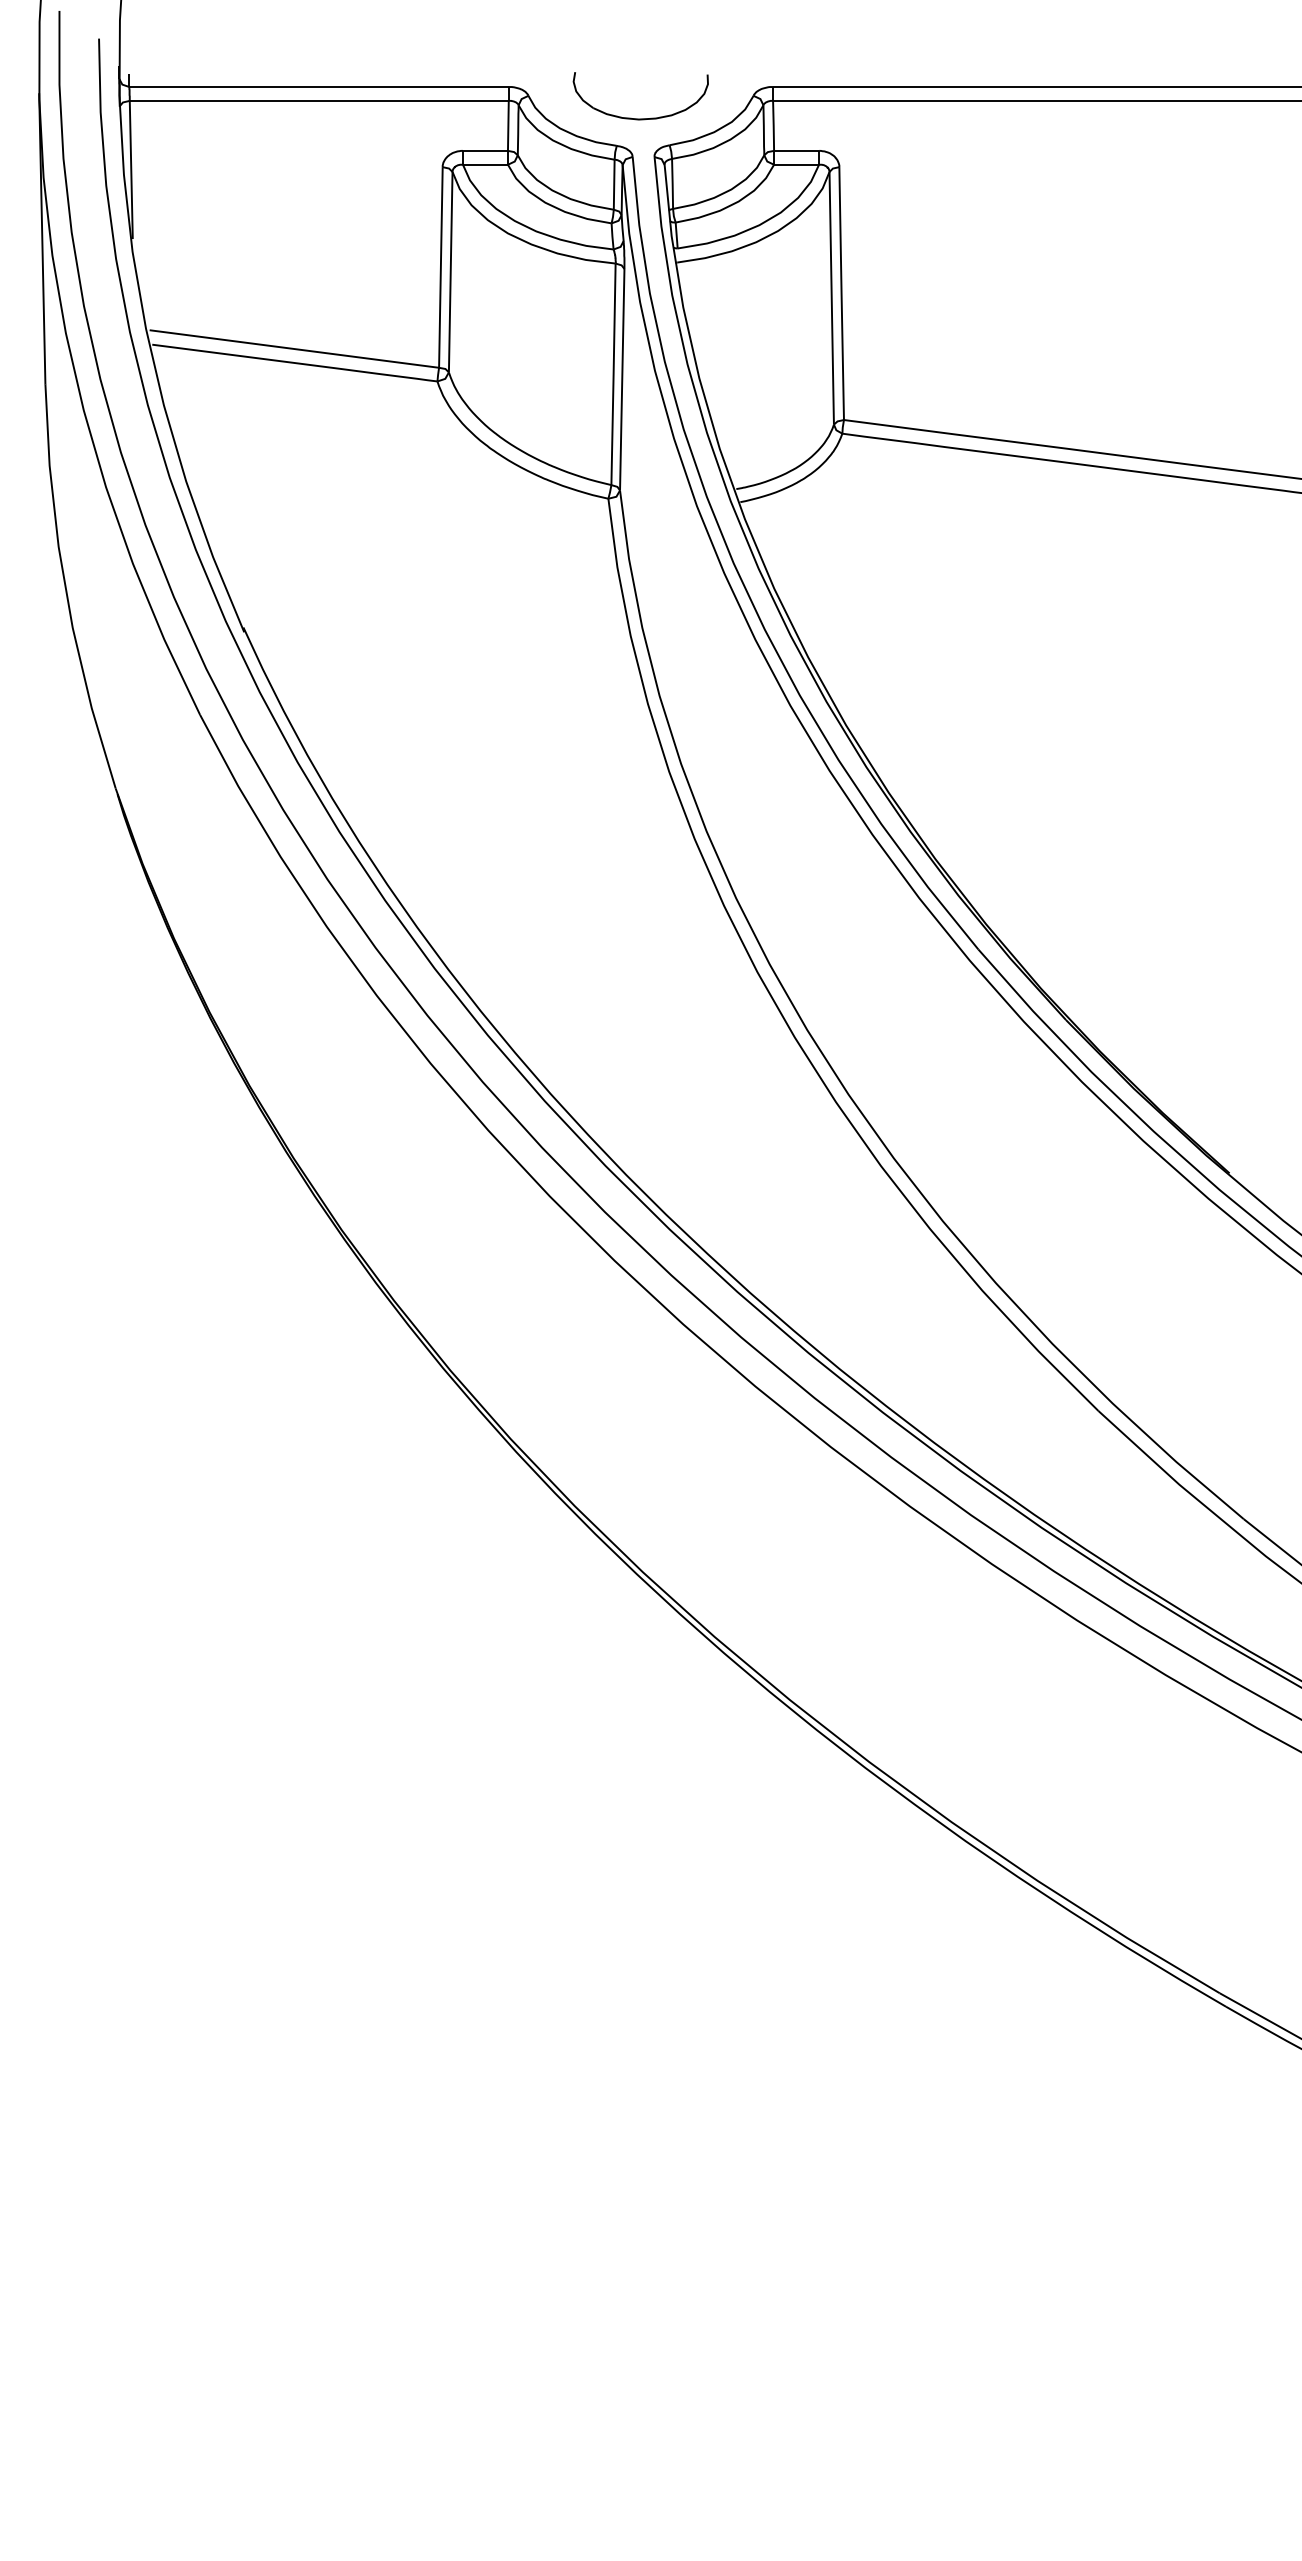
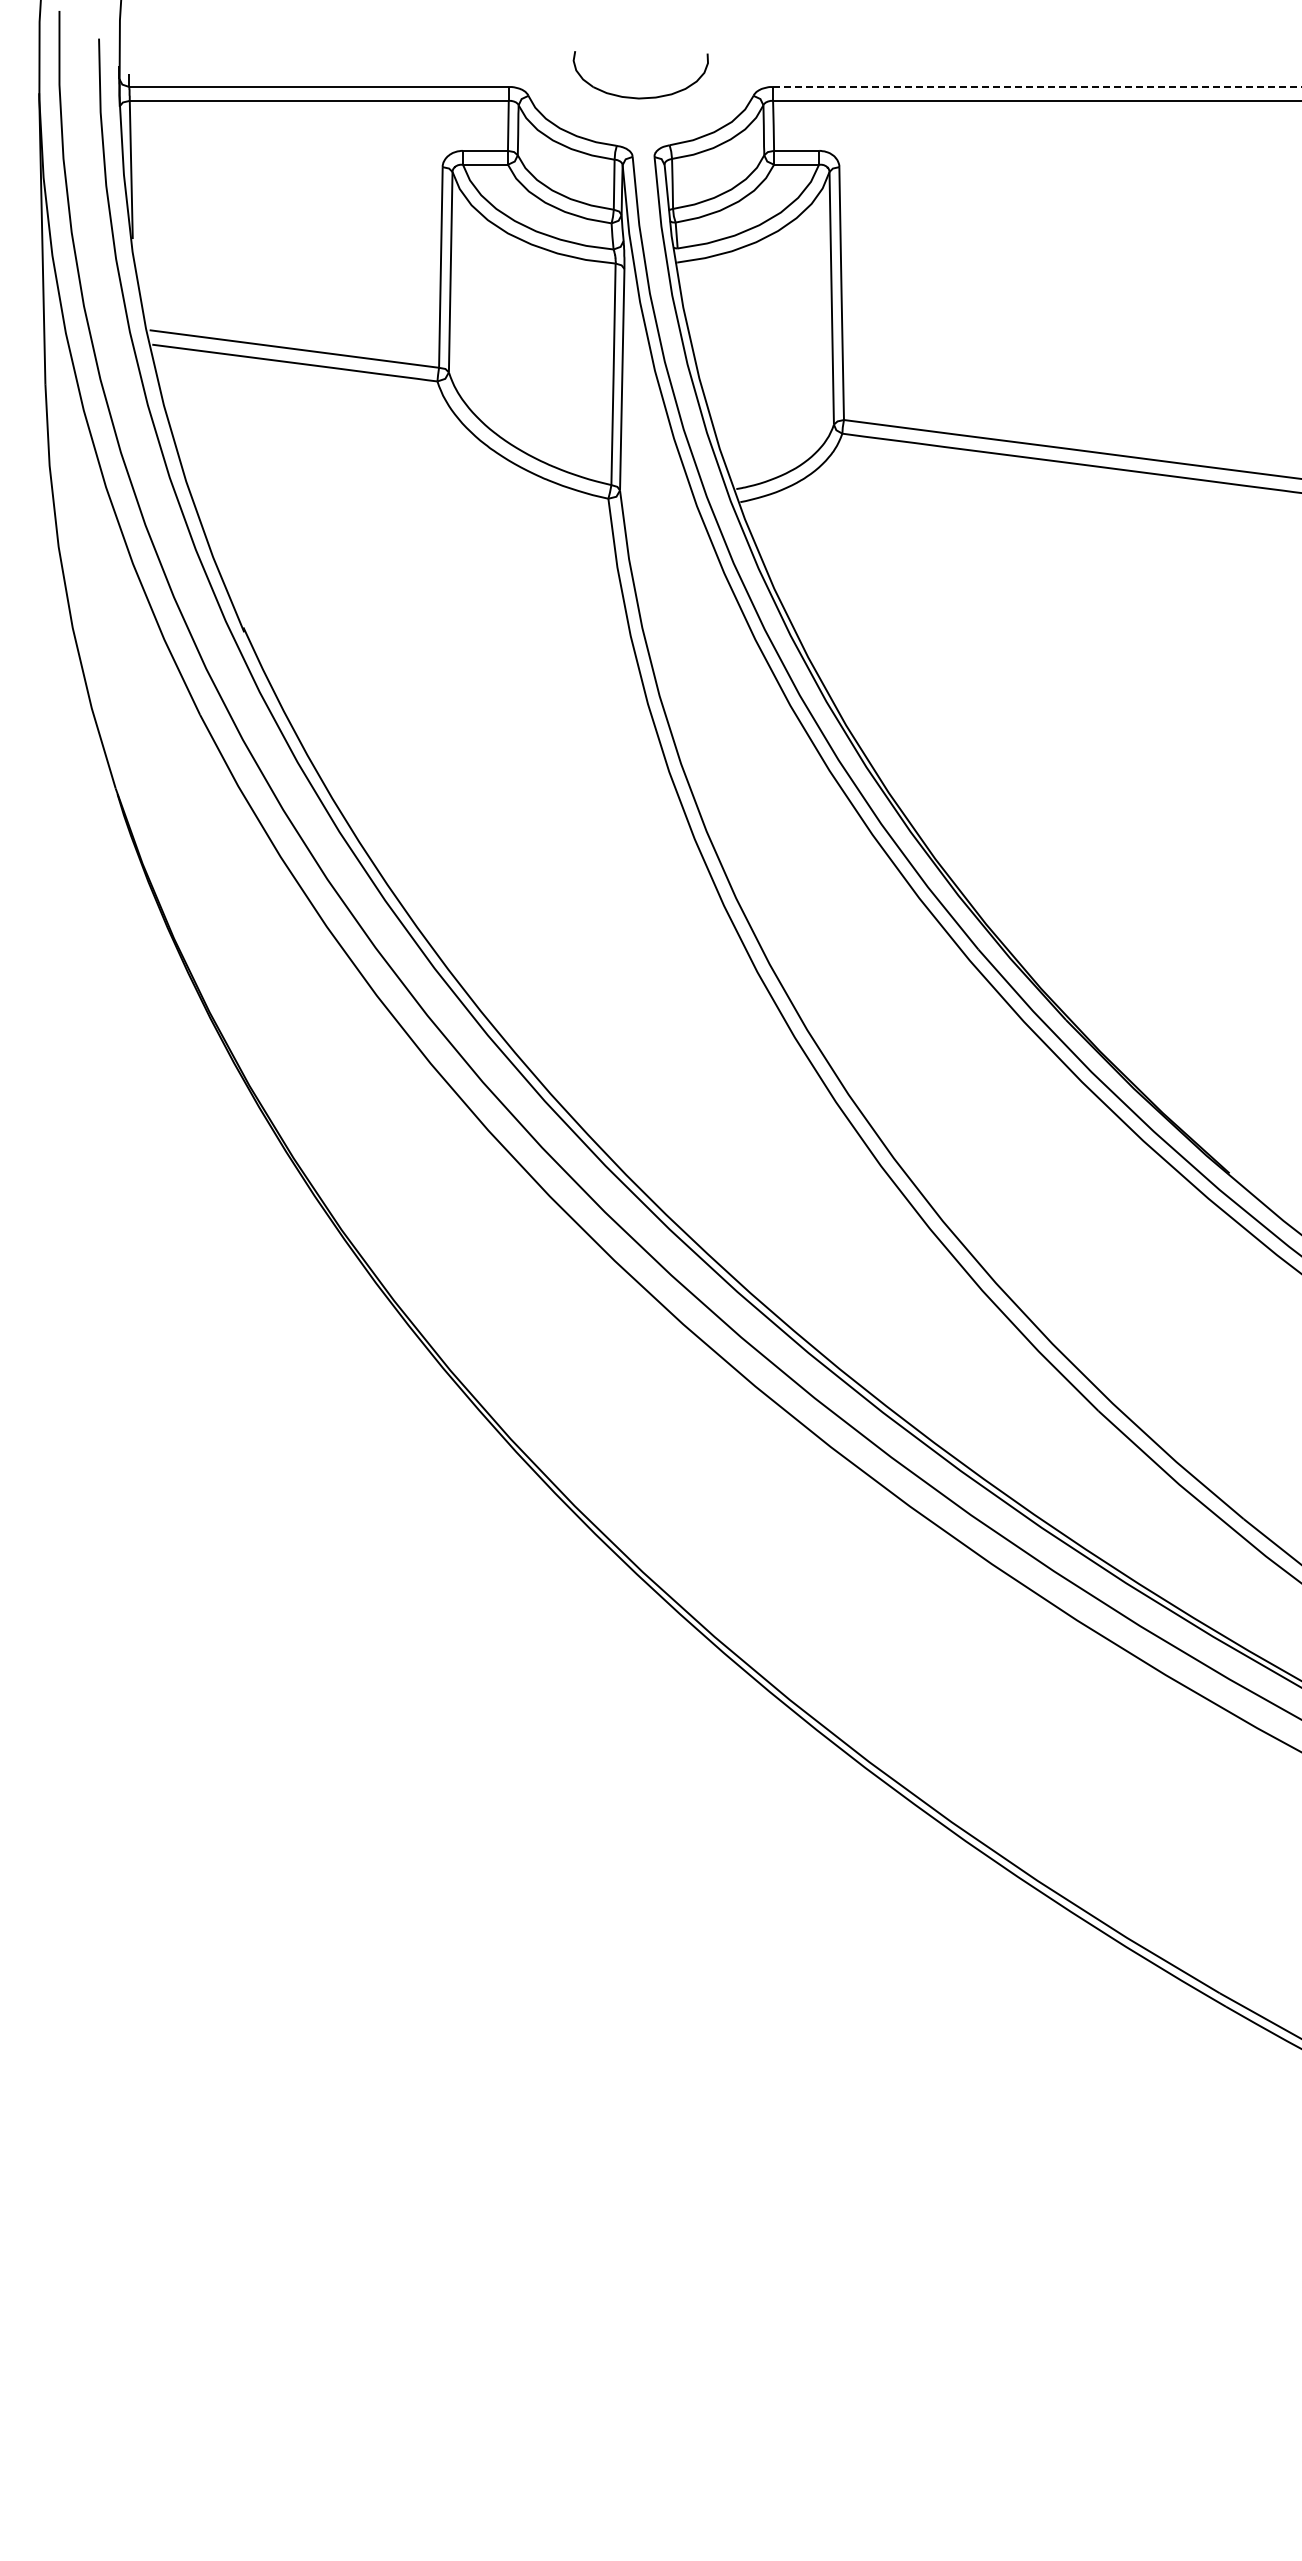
line at (1037, 87): solid -> dashed
part at (640, 118) position: (640, 118) -> (640, 97)
